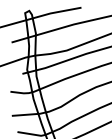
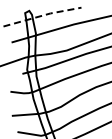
line at (41, 15): solid -> dashed
